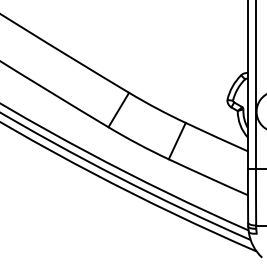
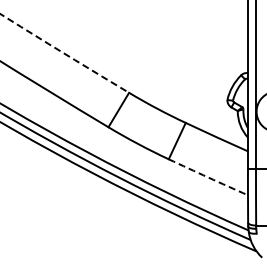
arc at (64, 53): solid -> dashed
arc at (208, 177): solid -> dashed
